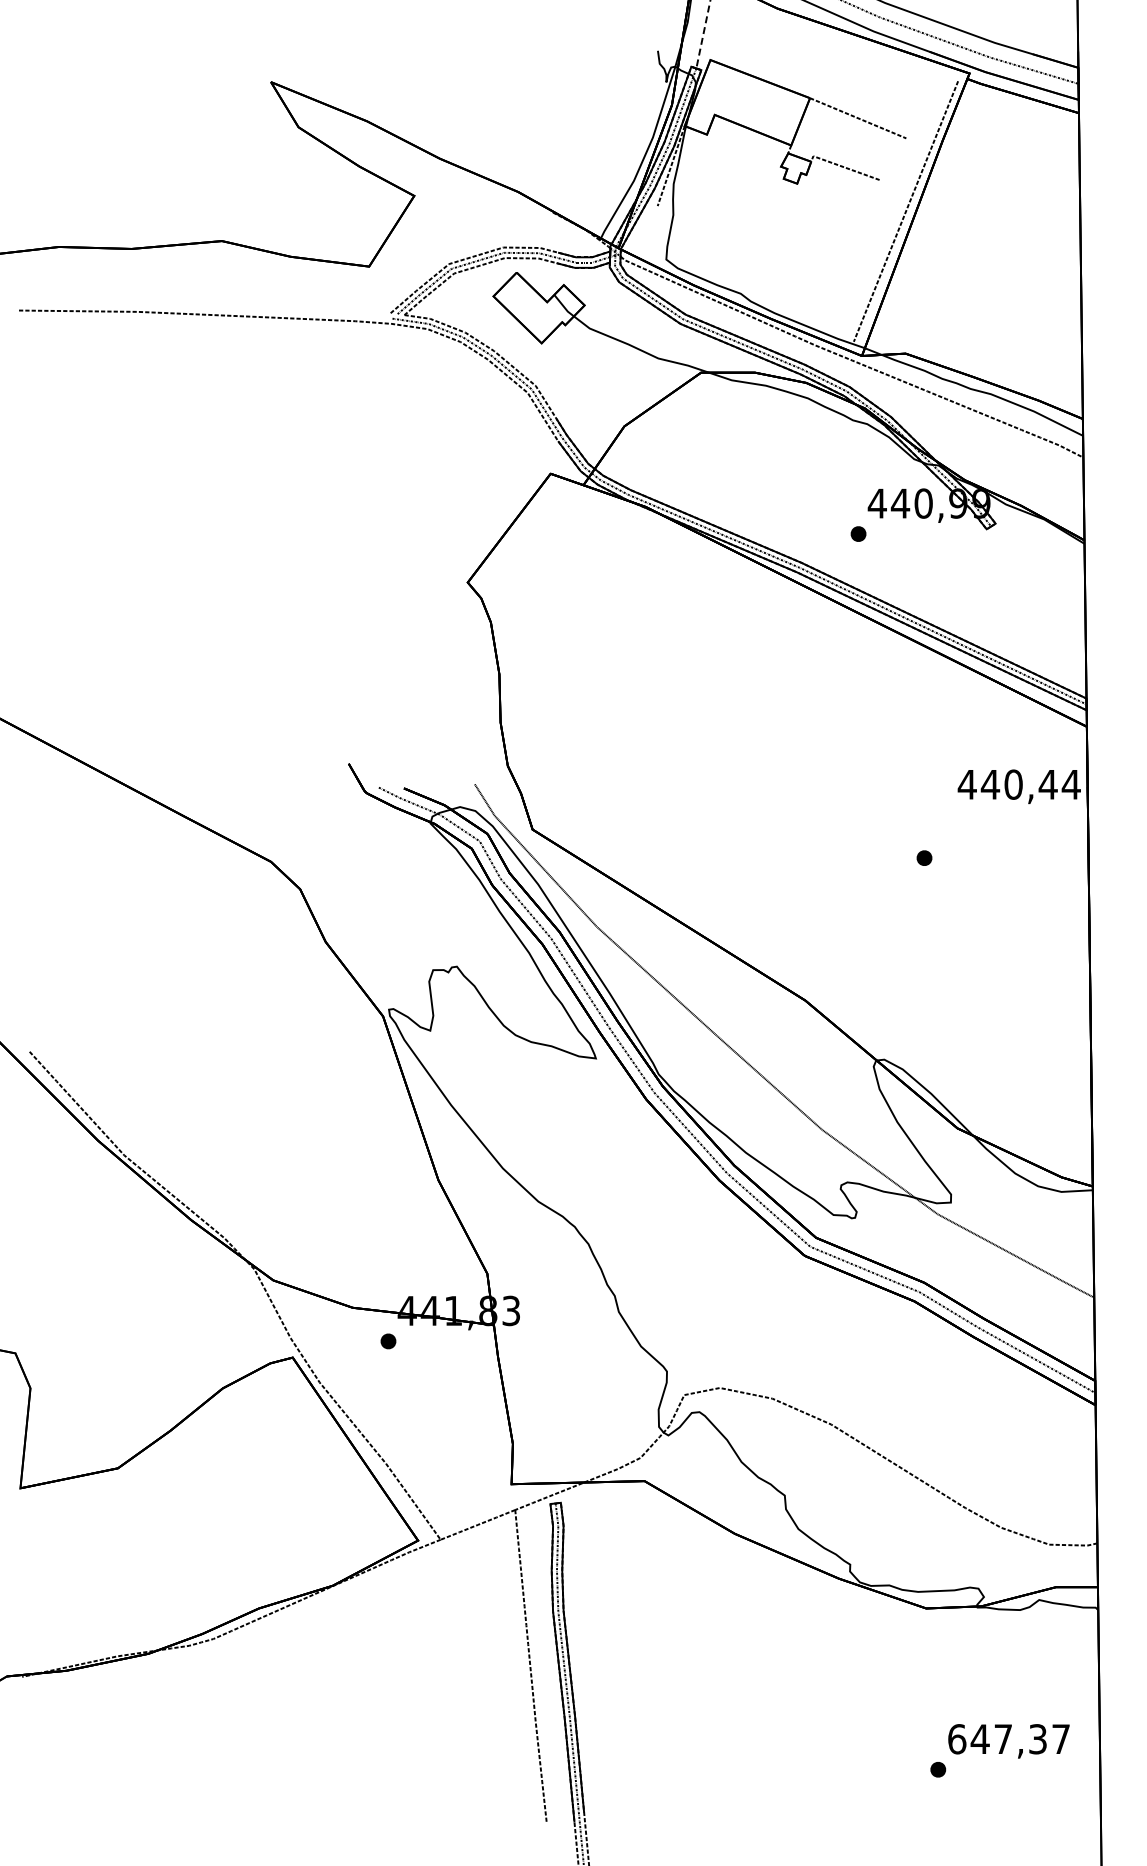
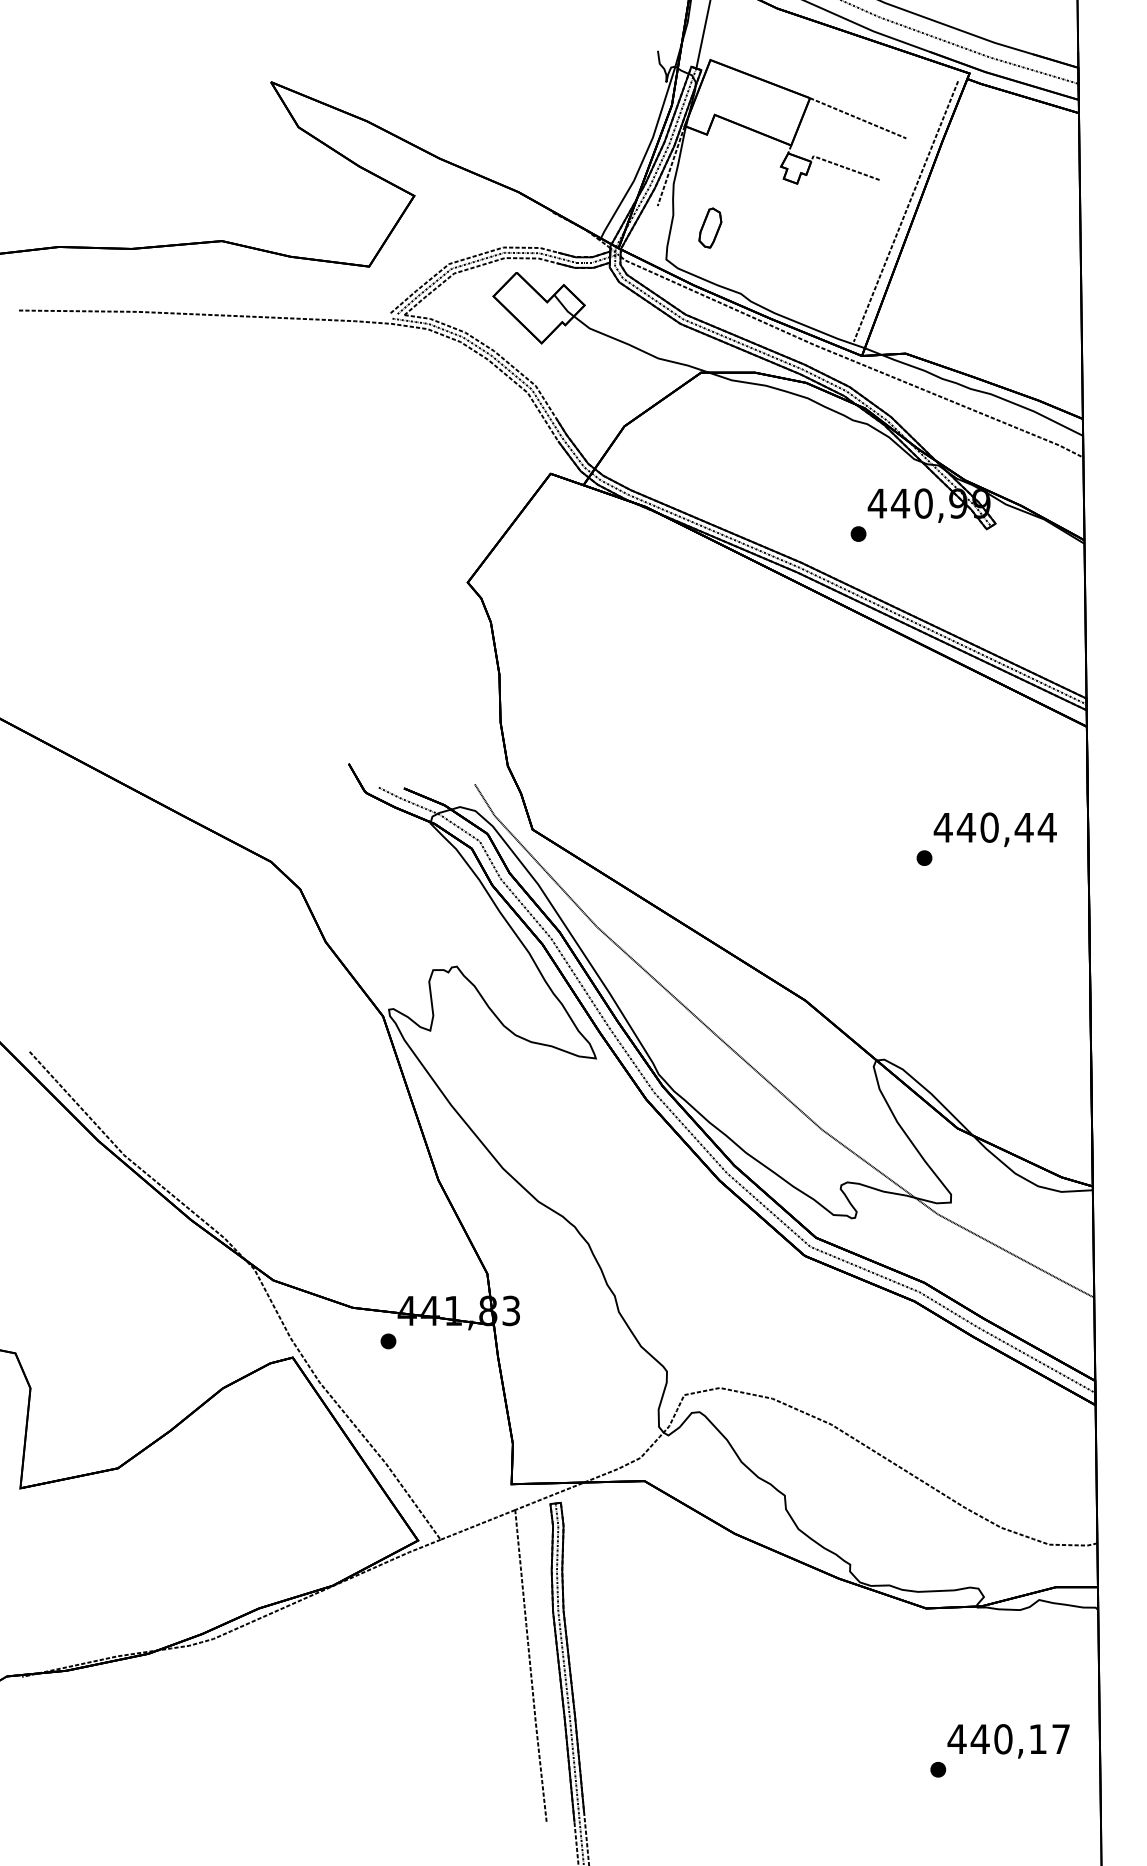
line at (703, 34): dashed -> solid
part at (710, 227): none -> present
text at (1018, 786) position: (1018, 786) -> (994, 829)
text at (996, 1739): 647,37 -> 440,17
